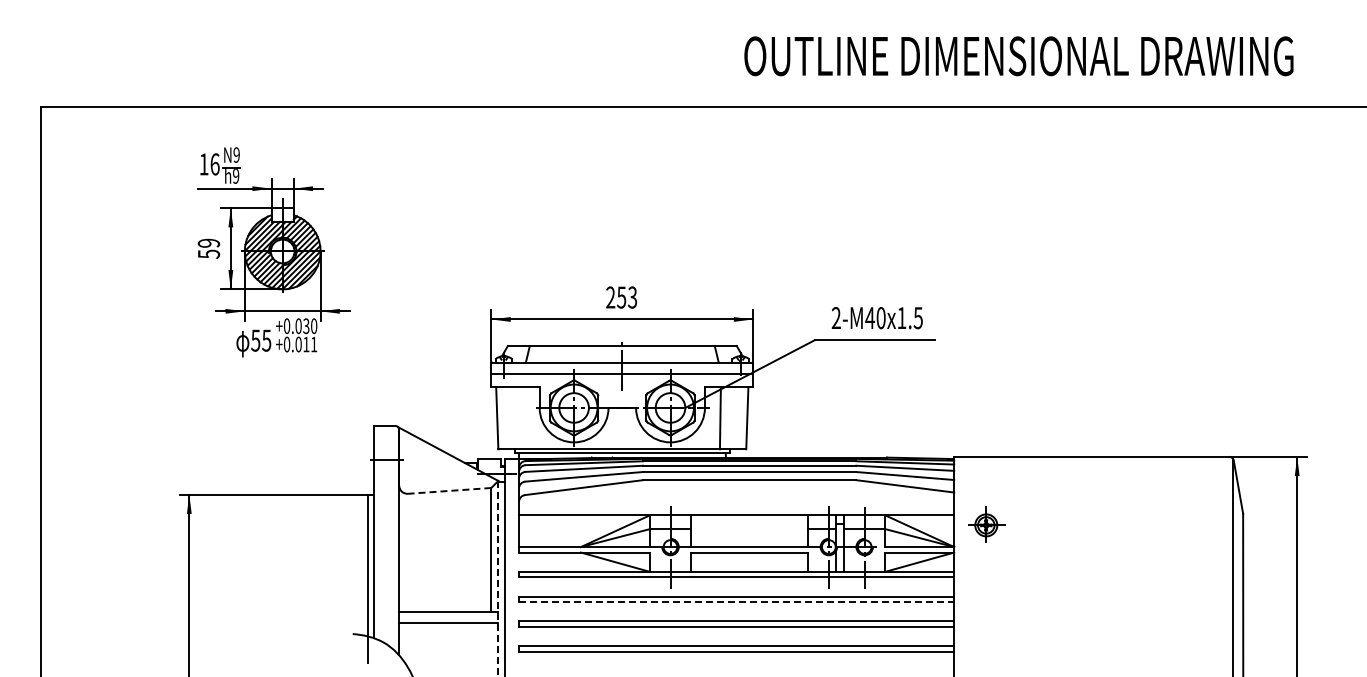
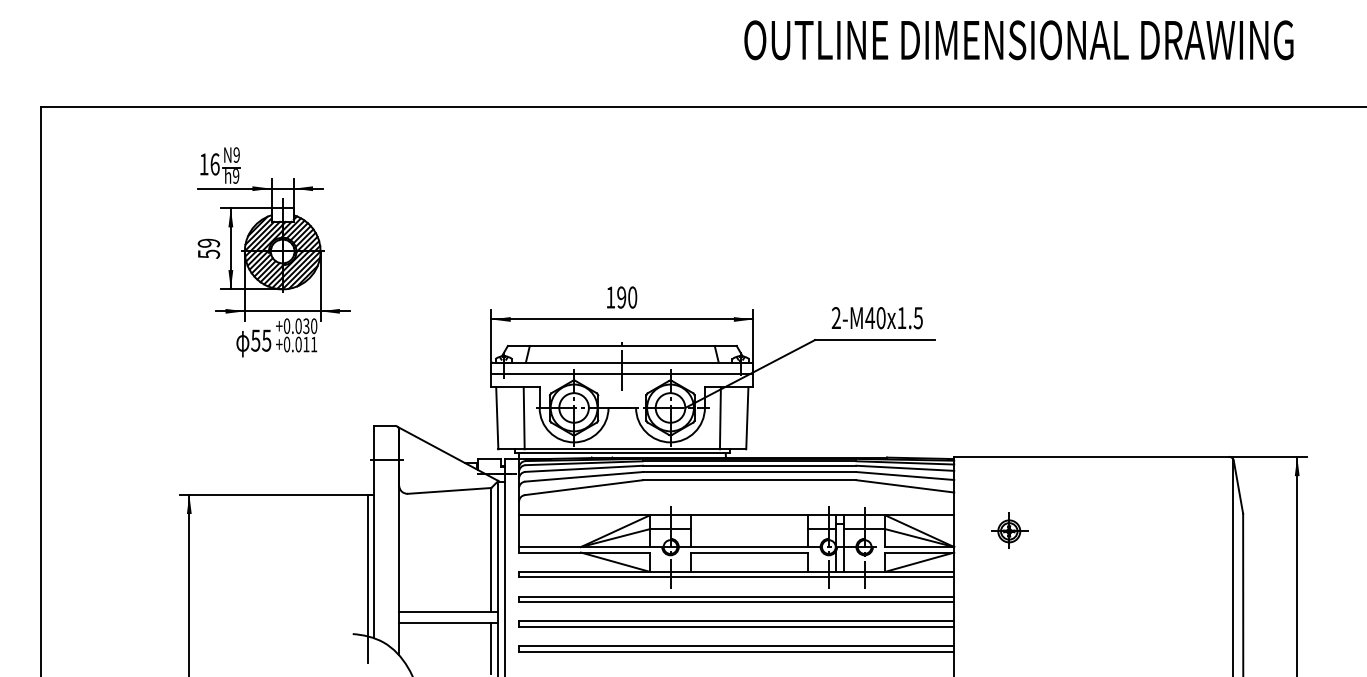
text at (1018, 56) position: (1018, 56) -> (1018, 40)
text at (621, 297): 253 -> 190
line at (523, 418): none -> present
line at (449, 490): dashed -> solid
part at (986, 524) position: (986, 524) -> (1009, 530)
line at (498, 578): dashed -> solid
line at (736, 602): dashed -> solid
line at (491, 647): none -> present
